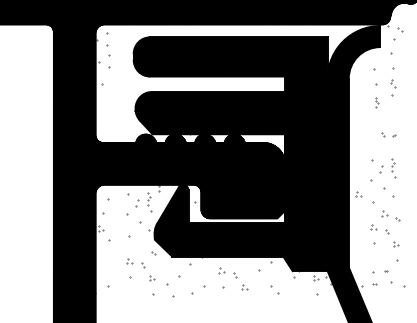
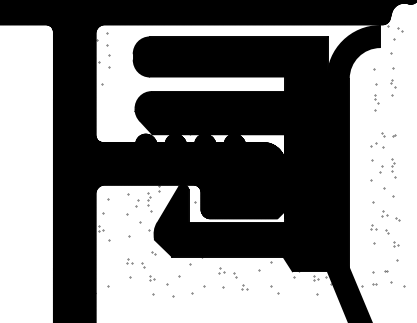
part at (377, 102) size: 5x12 px -> 6x18 px
part at (377, 145): none -> present
part at (358, 194): present -> none
